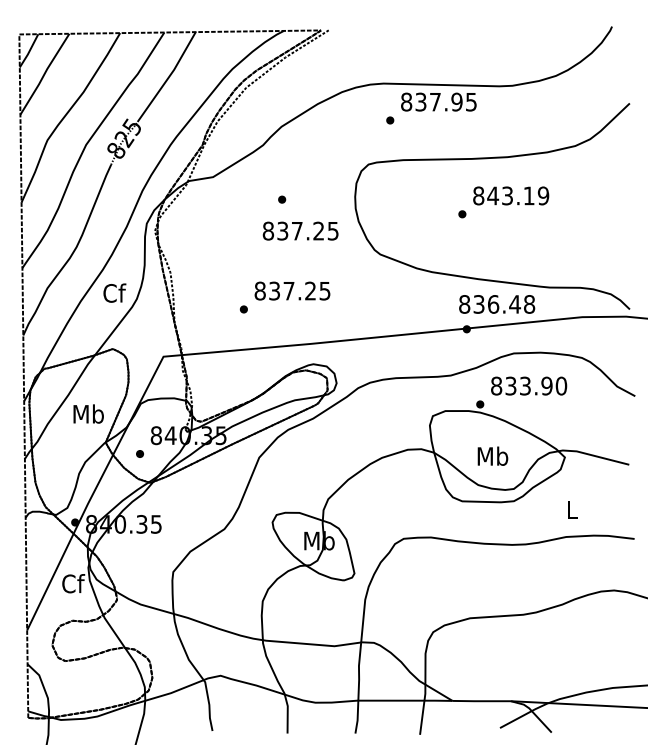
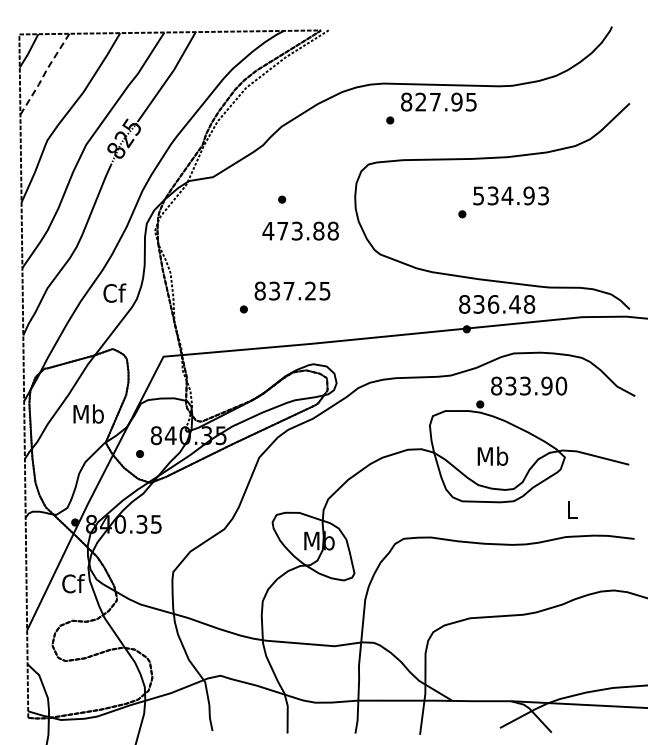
line at (44, 74): solid -> dashed
text at (420, 102): 837.95 -> 827.95
text at (511, 195): 843.19 -> 534.93
text at (300, 230): 837.25 -> 473.88
